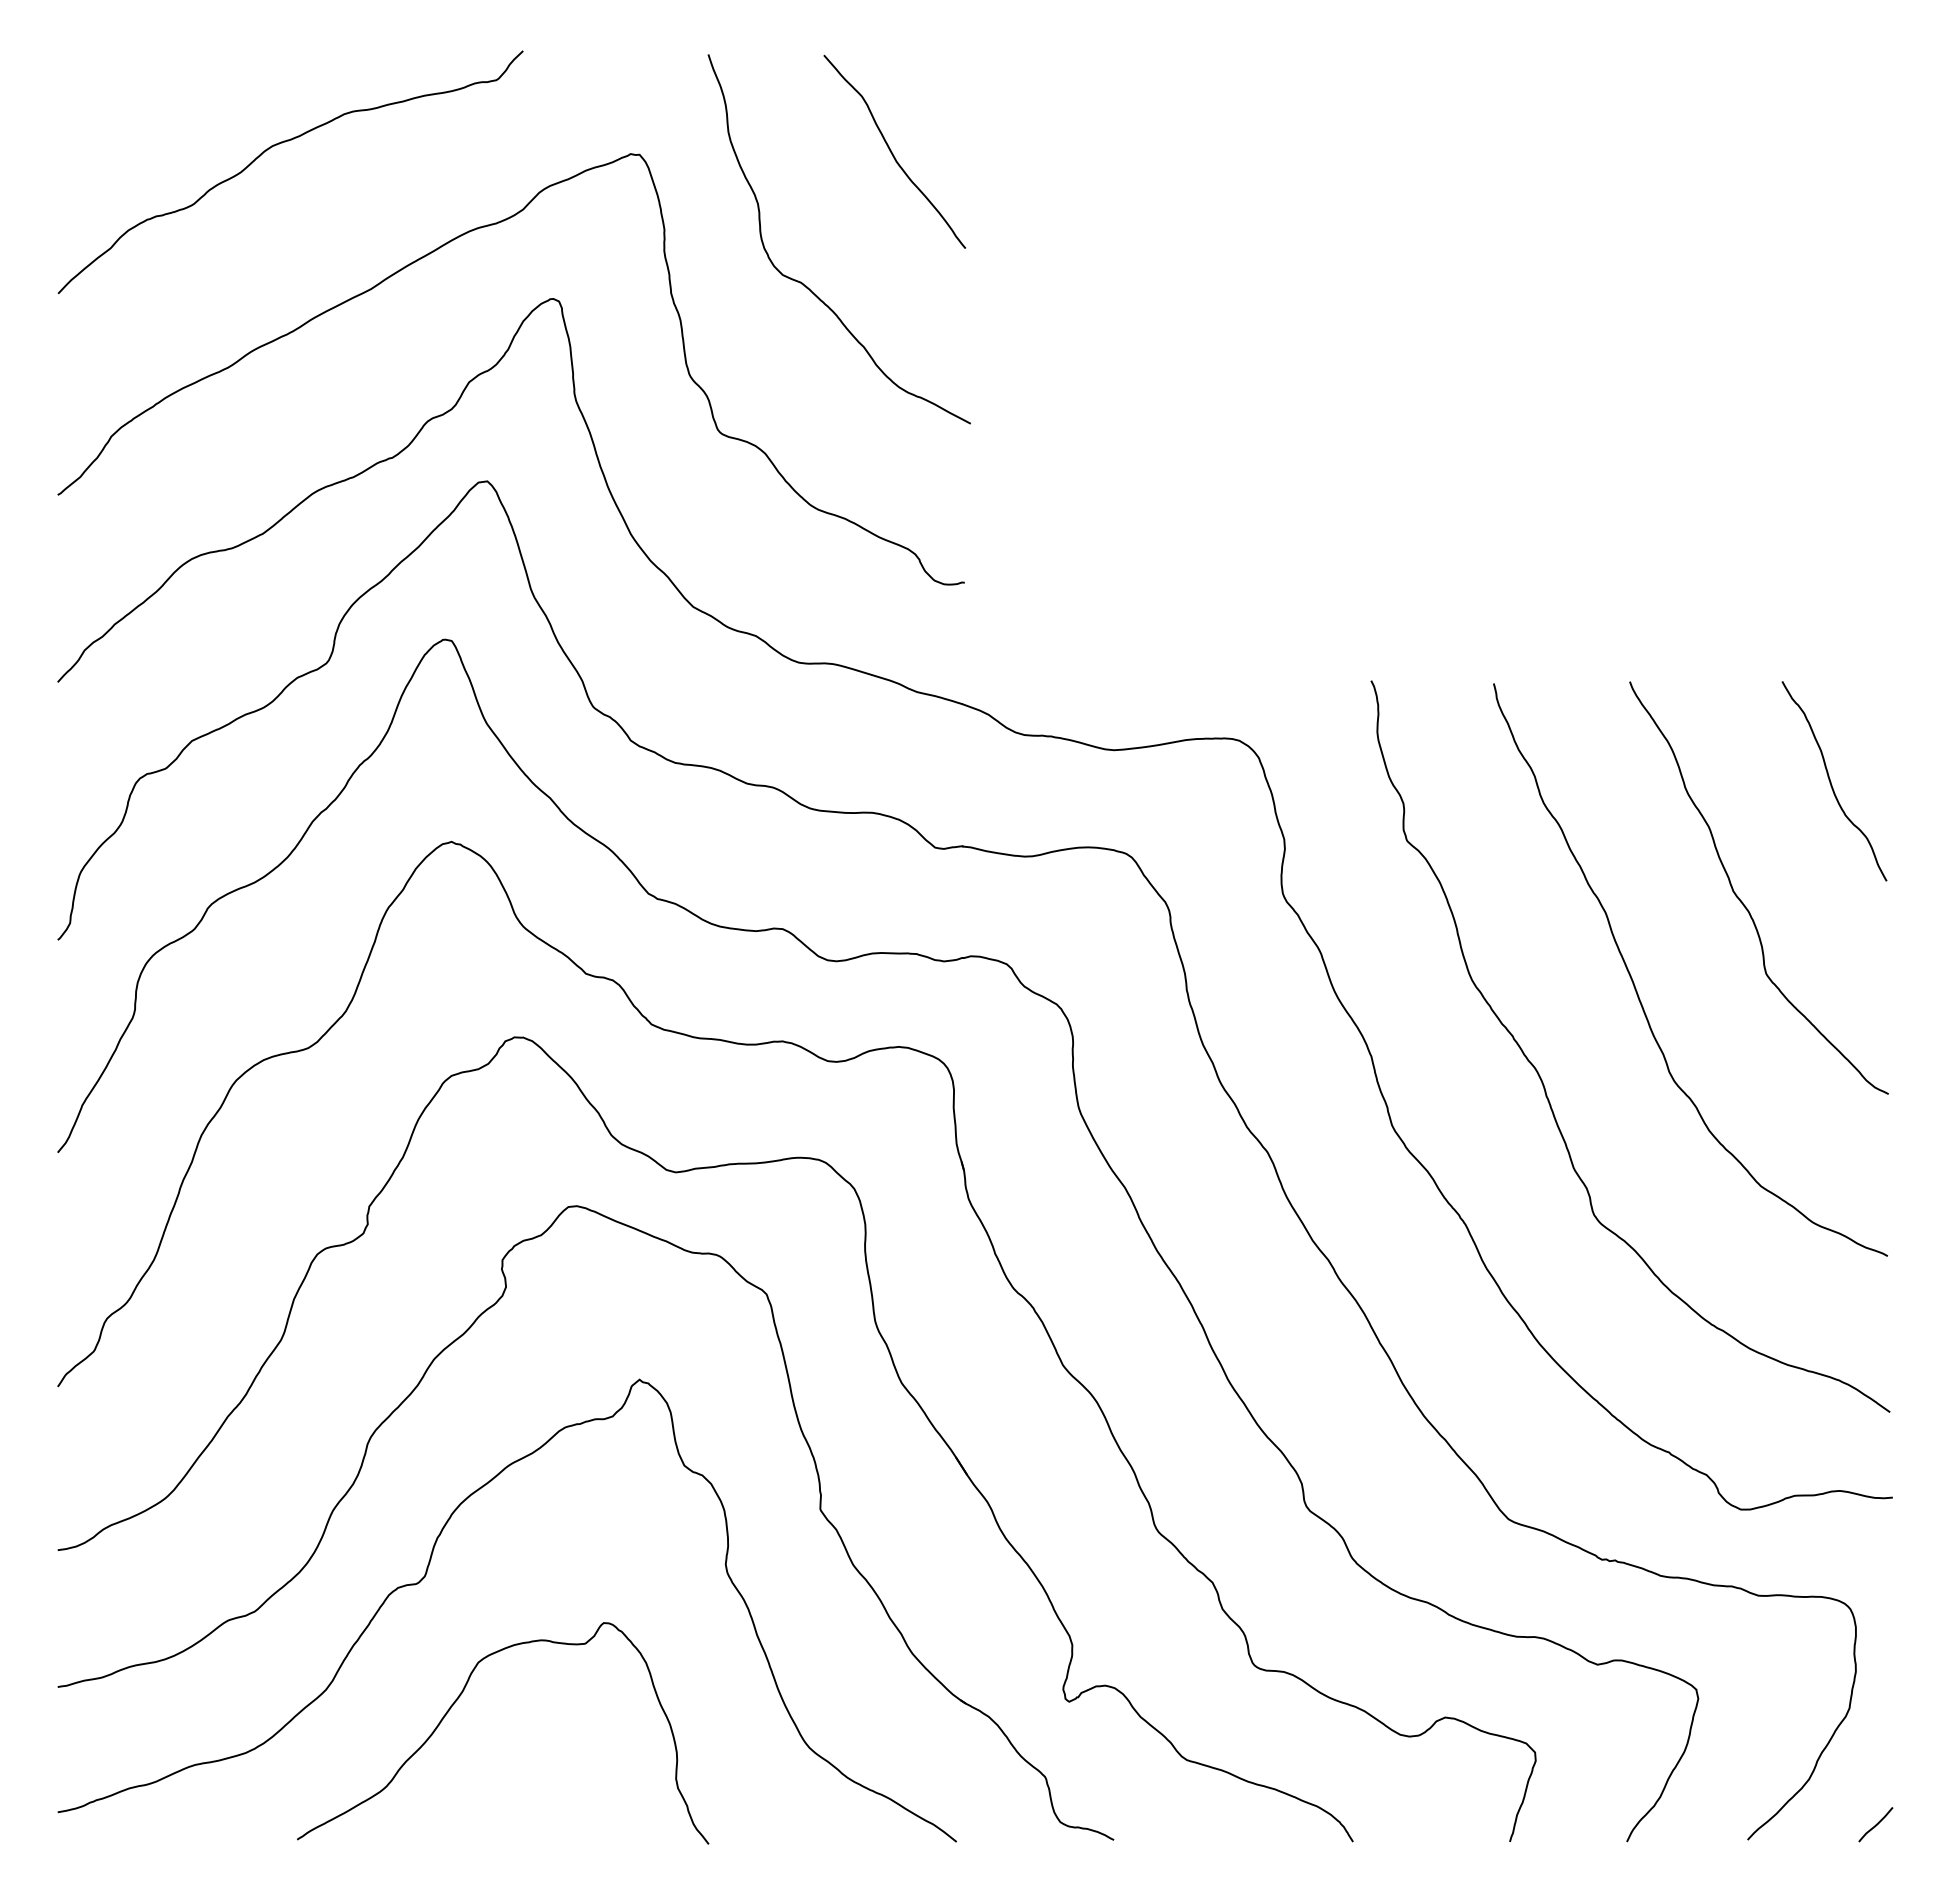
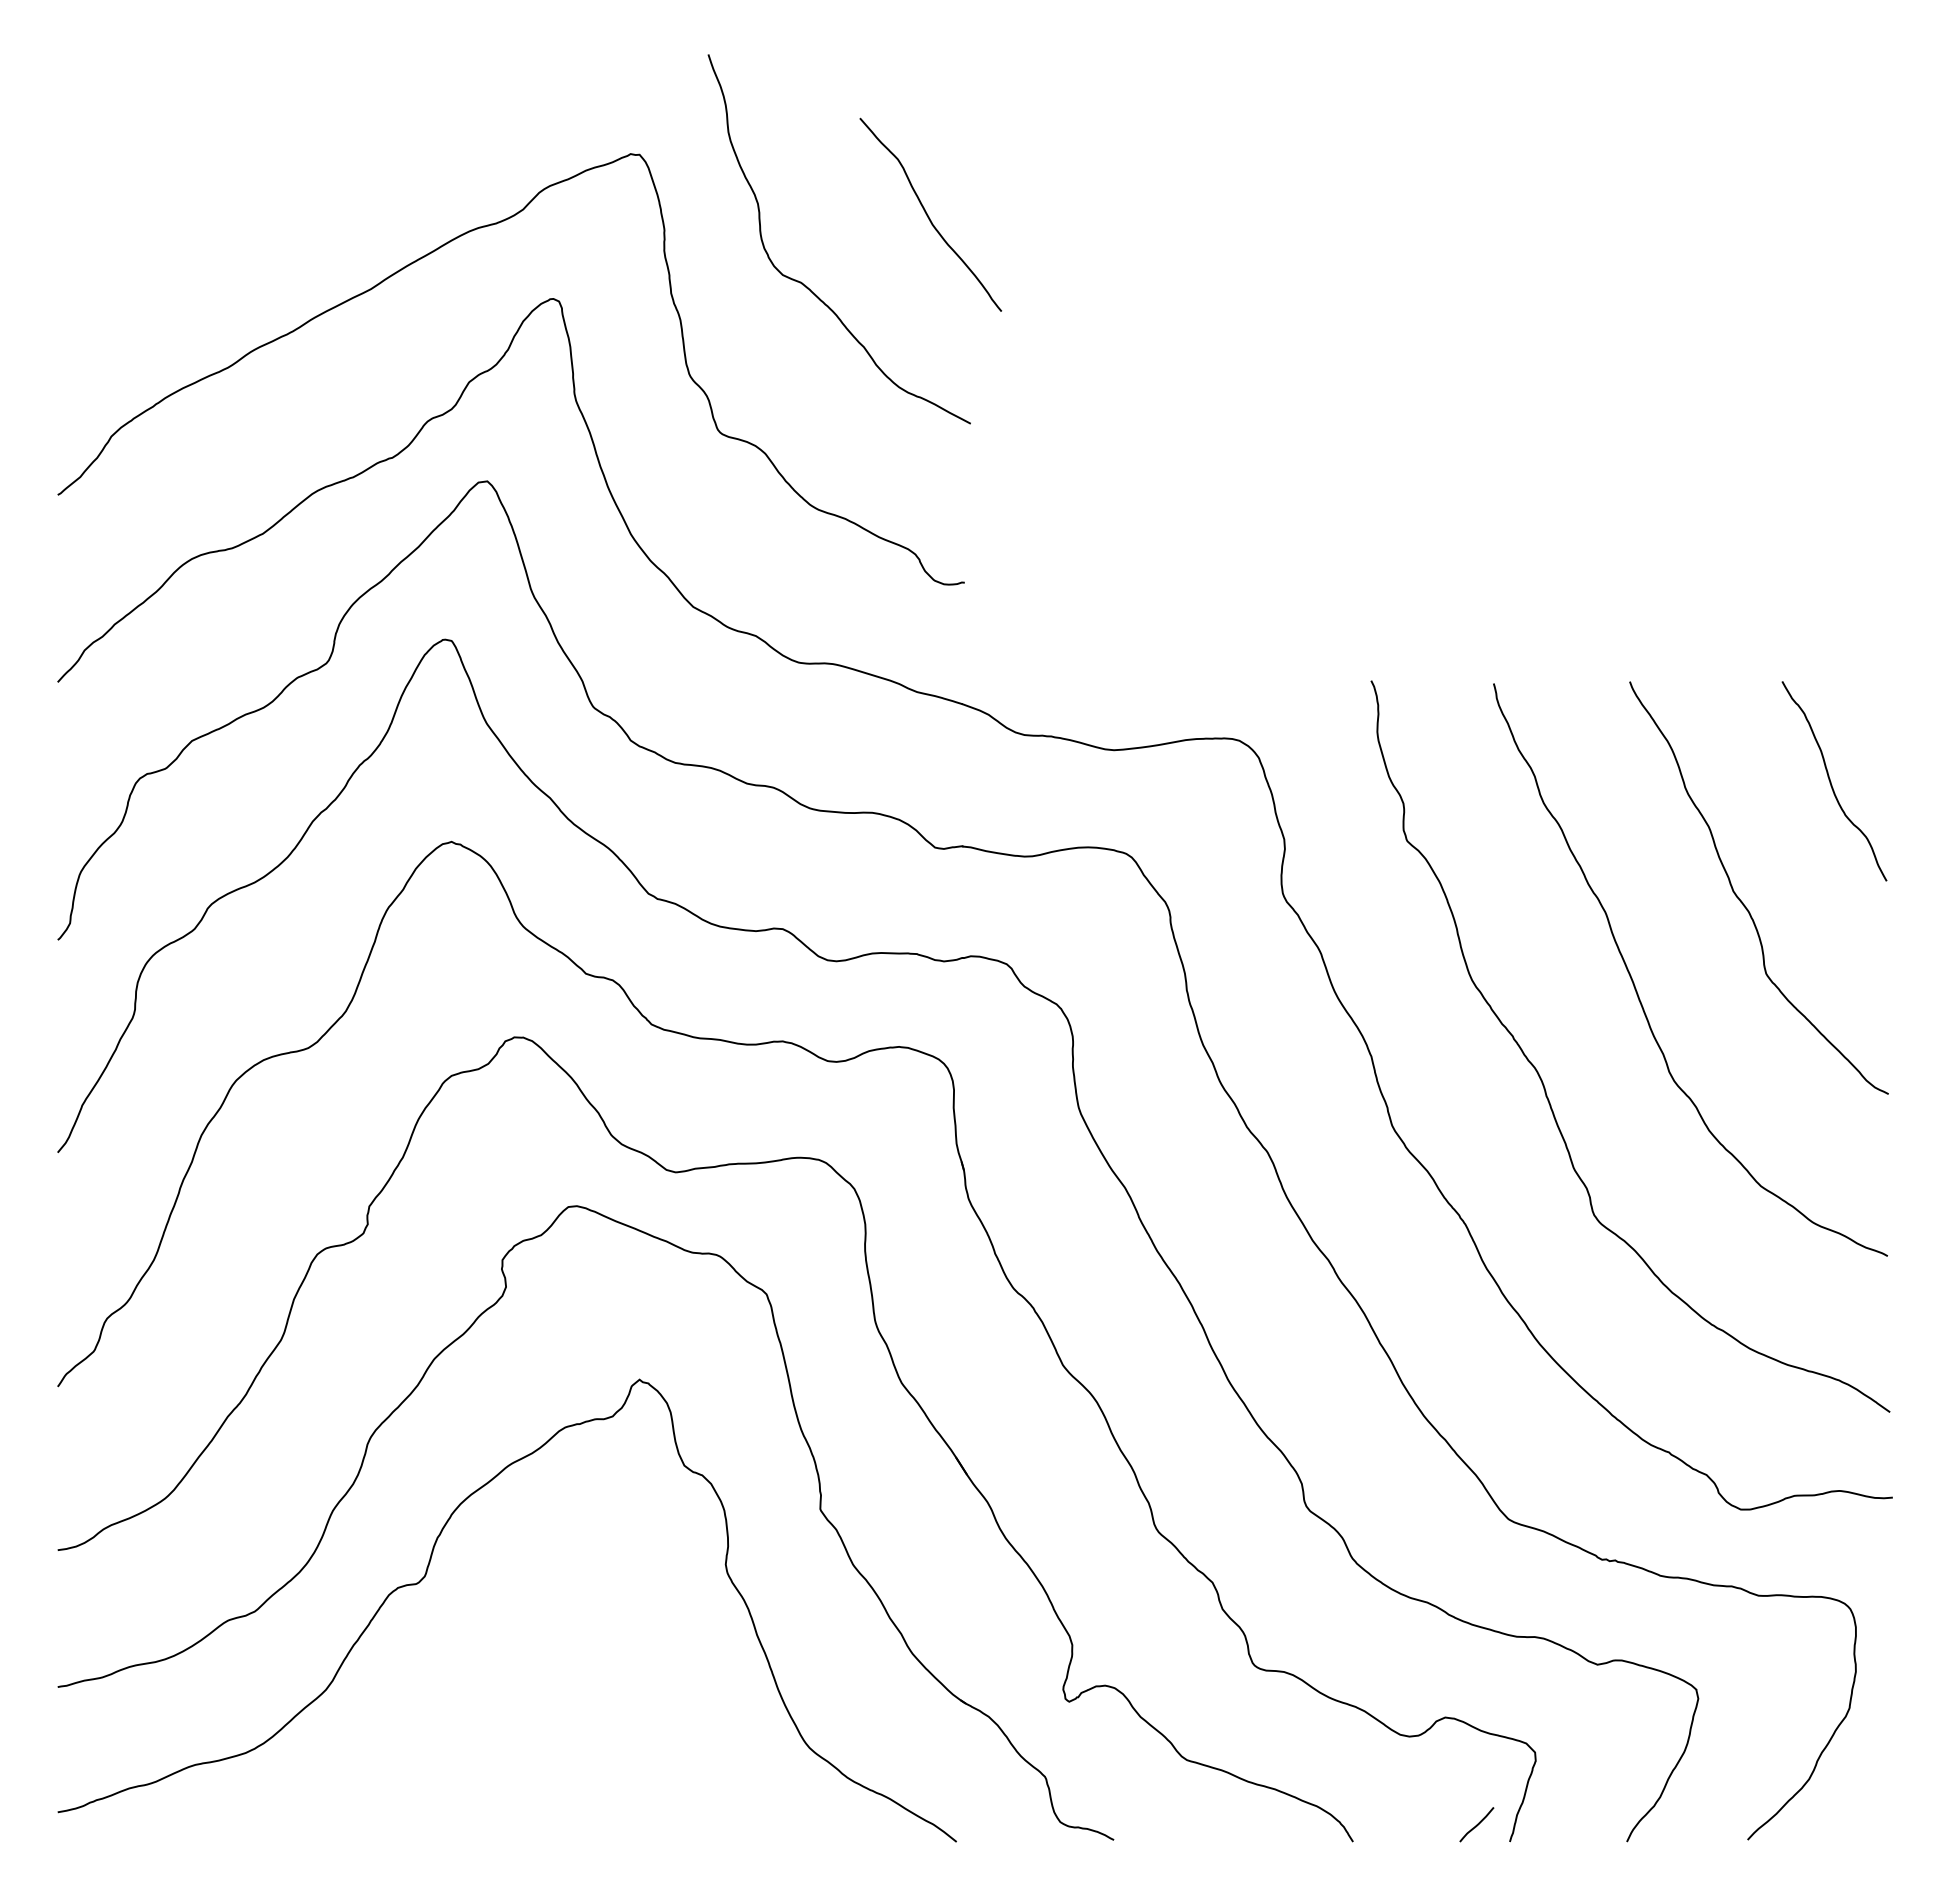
curve at (277, 145): present -> none
curve at (892, 152) position: (892, 152) -> (928, 215)
curve at (458, 1699): present -> none
line at (1875, 1824) position: (1875, 1824) -> (1476, 1824)
